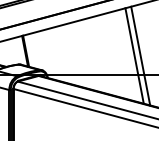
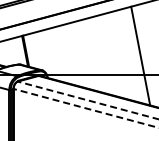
line at (134, 55): present -> none
line at (88, 100): solid -> dashed
line at (86, 108): solid -> dashed
